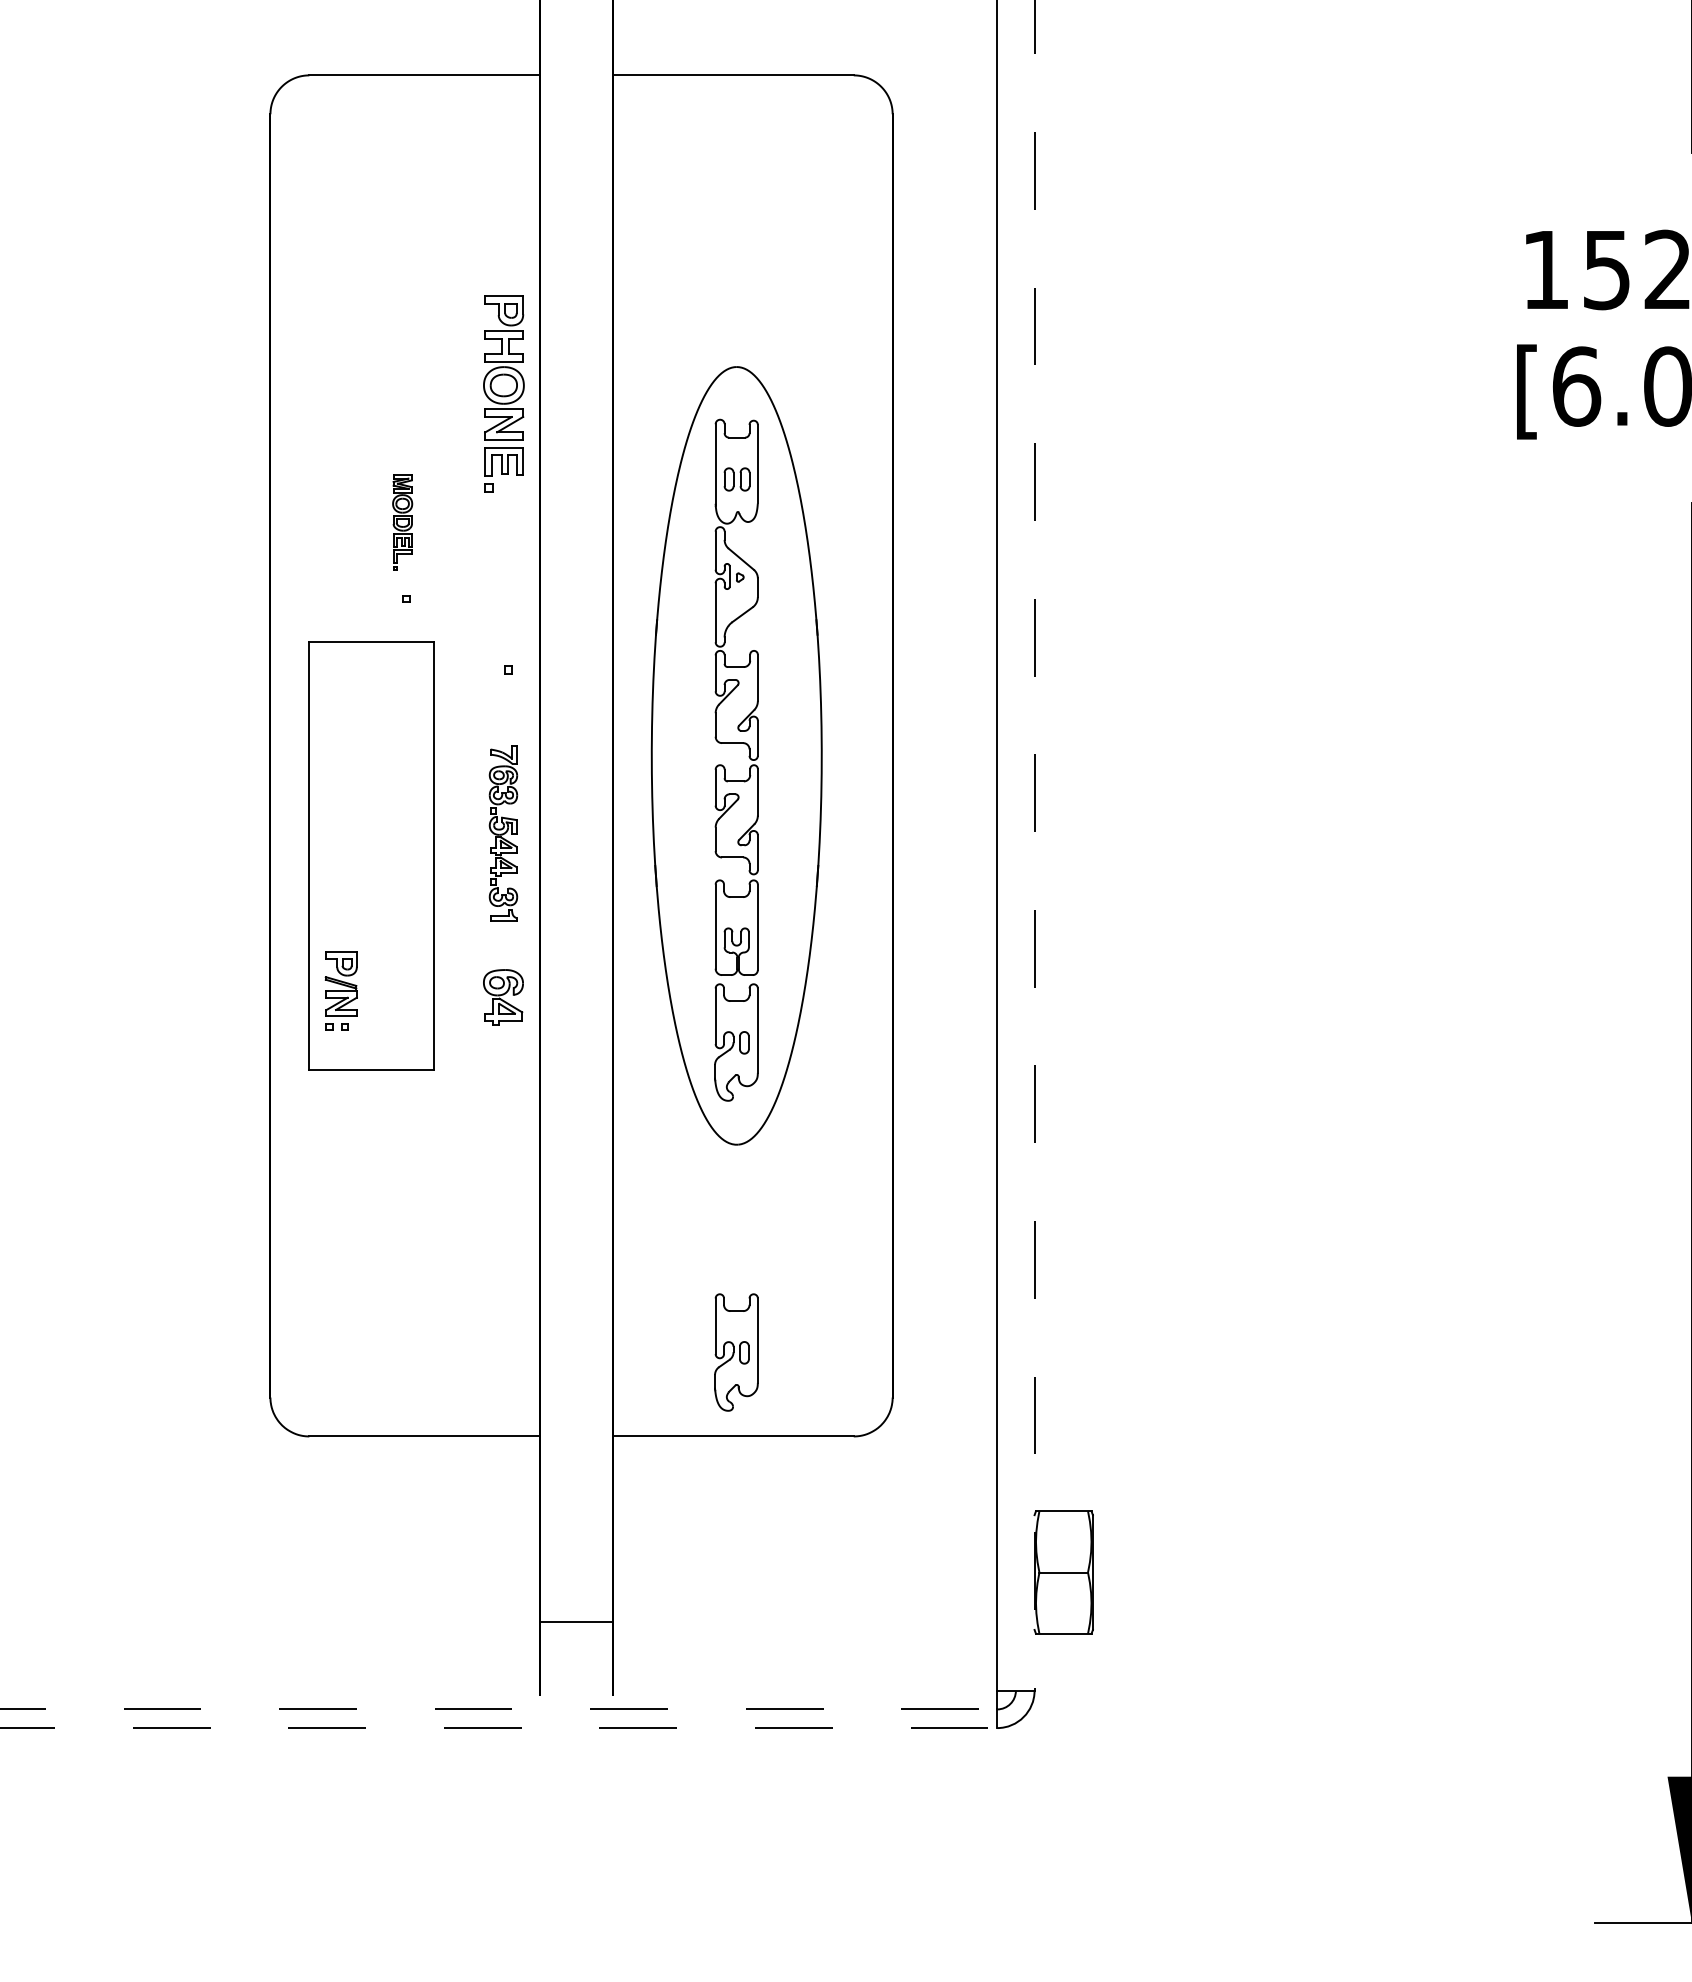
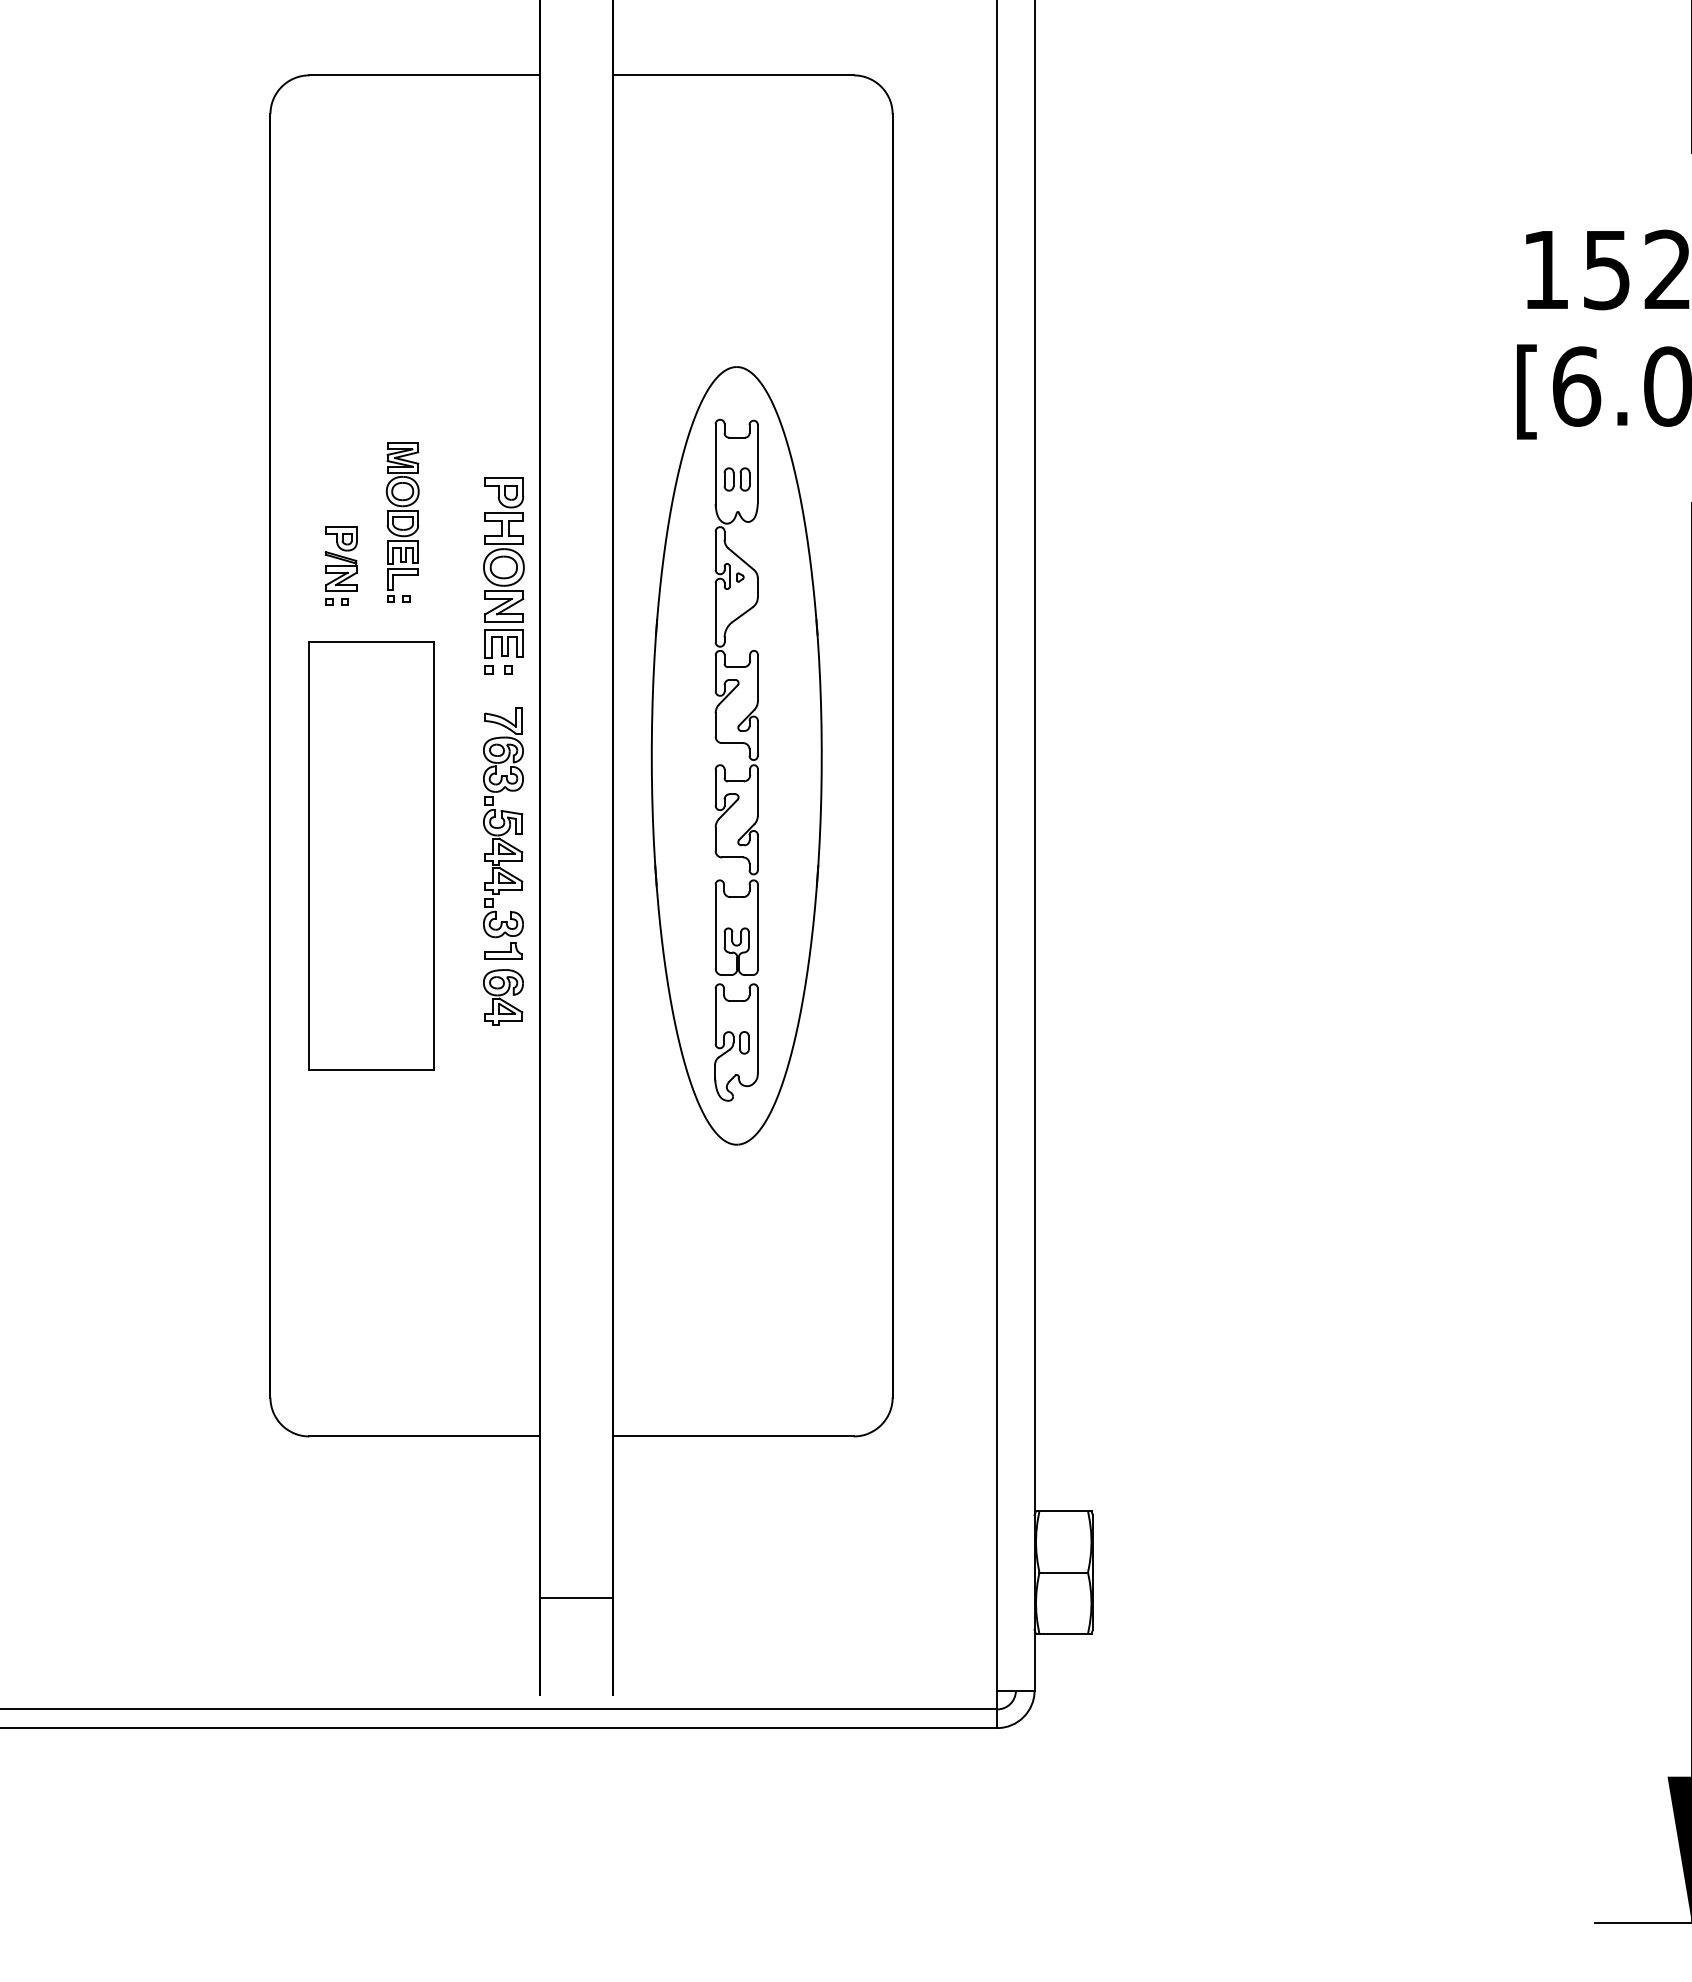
part at (503, 393) position: (503, 393) -> (503, 575)
part at (402, 522) size: 22x97 px -> 35x161 px
part at (503, 833) size: 31x177 px -> 41x253 px
line at (1034, 845): dashed -> solid
part at (340, 990) position: (340, 990) -> (340, 565)
part at (736, 1352): present -> none
line at (575, 1621) position: (575, 1621) -> (575, 1597)
line at (499, 1709): dashed -> solid
line at (499, 1728): dashed -> solid
